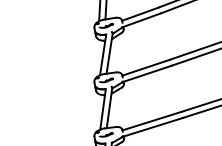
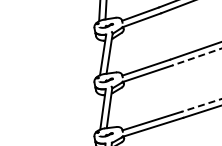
line at (196, 57): solid -> dashed
line at (201, 105): solid -> dashed
